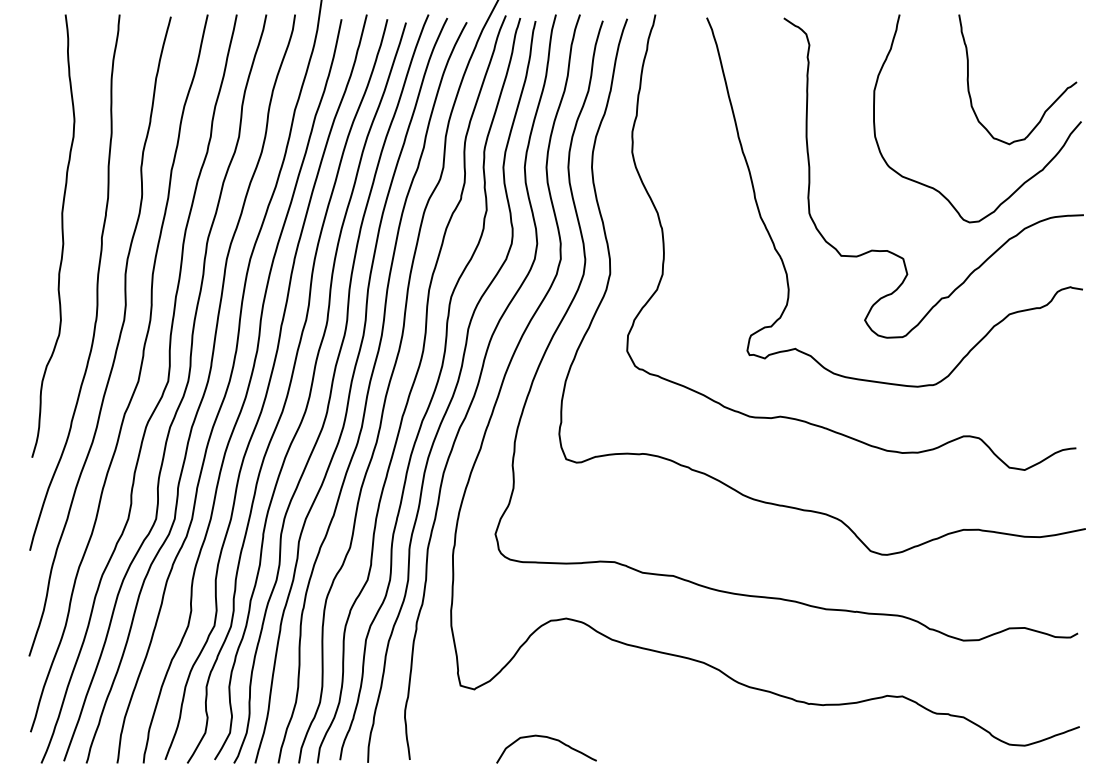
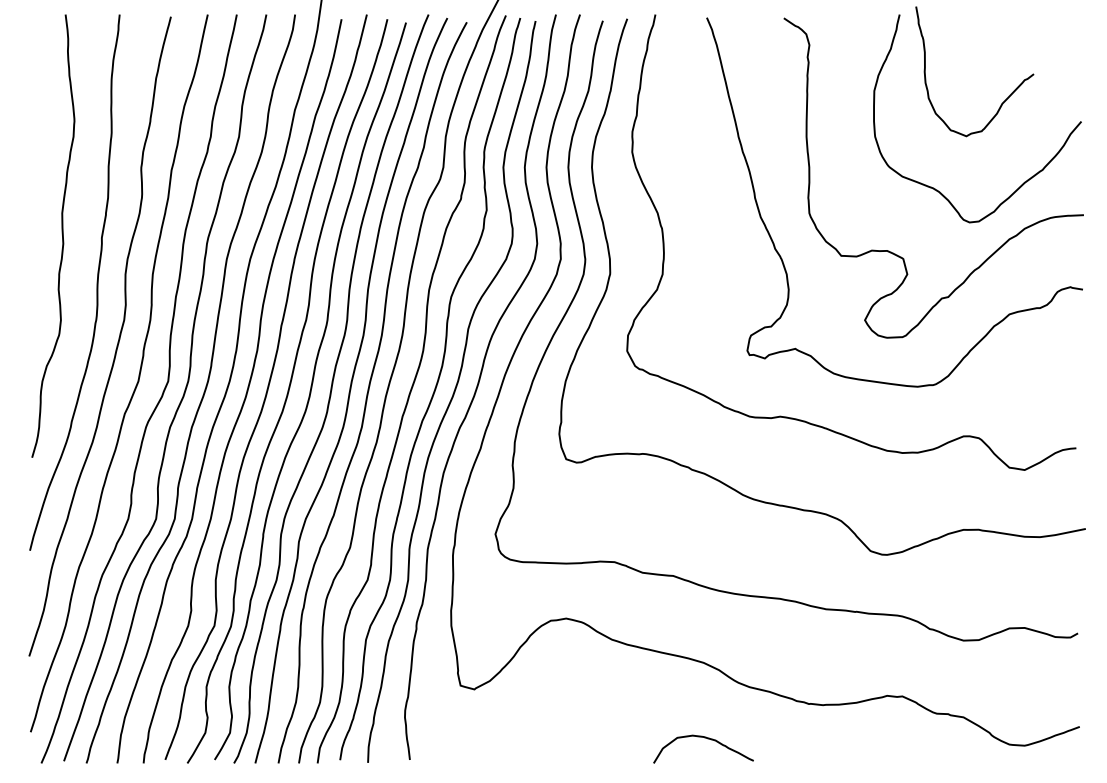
curve at (1047, 108) position: (1047, 108) -> (1004, 100)
curve at (550, 739) position: (550, 739) -> (707, 739)
